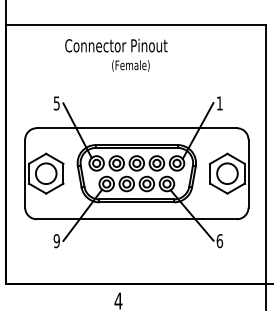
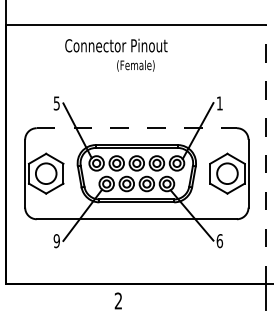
text at (130, 65) position: (130, 65) -> (135, 65)
line at (137, 128): solid -> dashed
line at (265, 154): solid -> dashed
text at (118, 300): 4 -> 2
